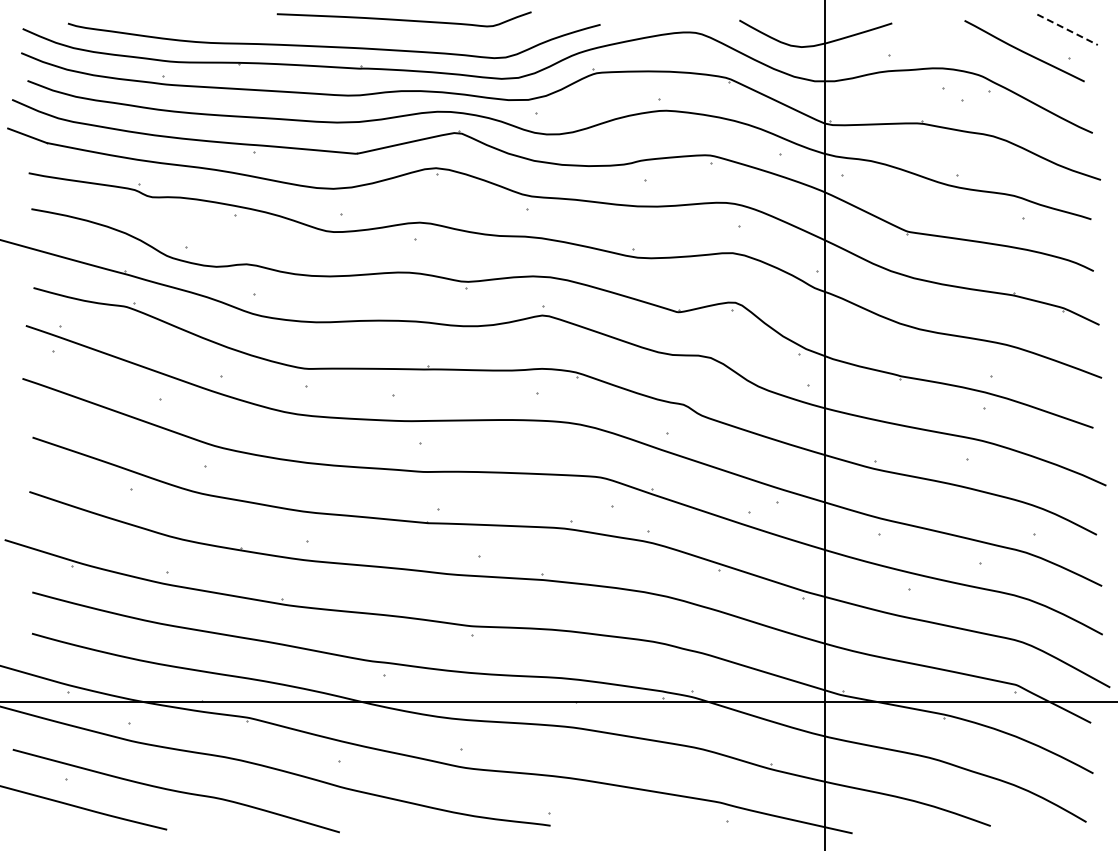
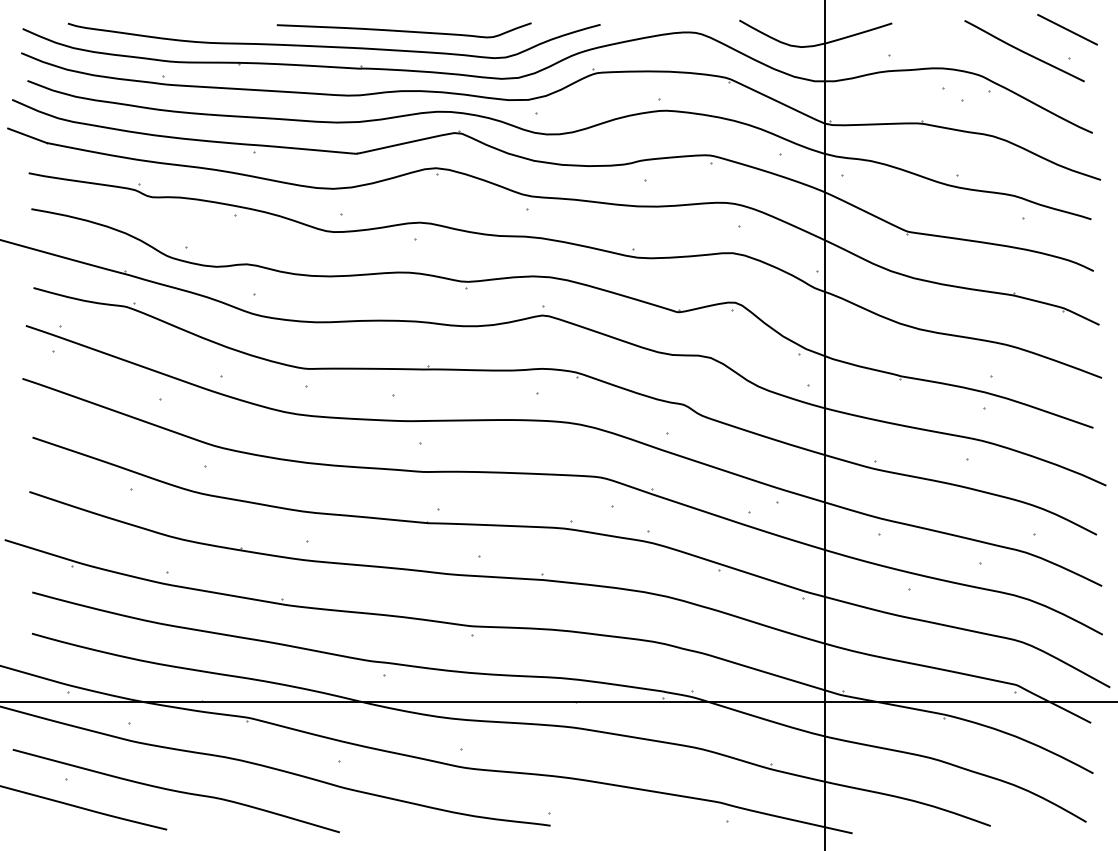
curve at (403, 19) position: (403, 19) -> (403, 30)
line at (1067, 29): dashed -> solid
